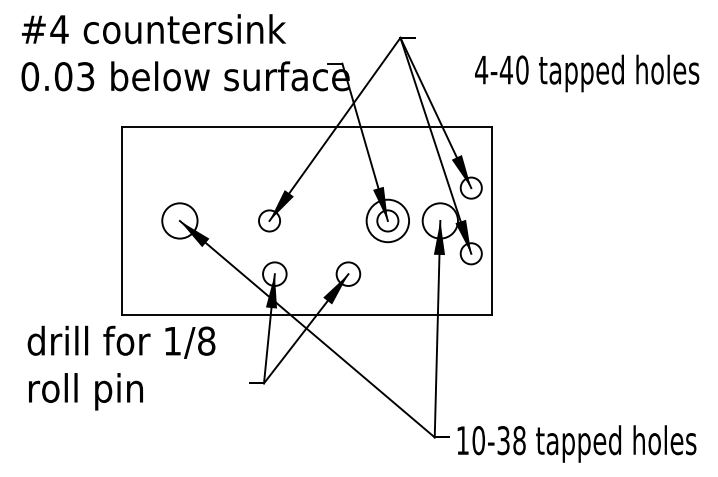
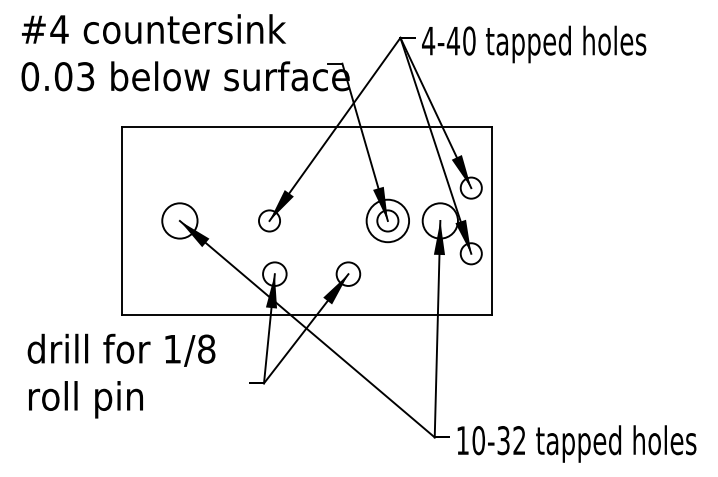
text at (587, 73) position: (587, 73) -> (534, 44)
text at (121, 367) position: (121, 367) -> (121, 375)
text at (519, 440): 10-38 -> 10-32
